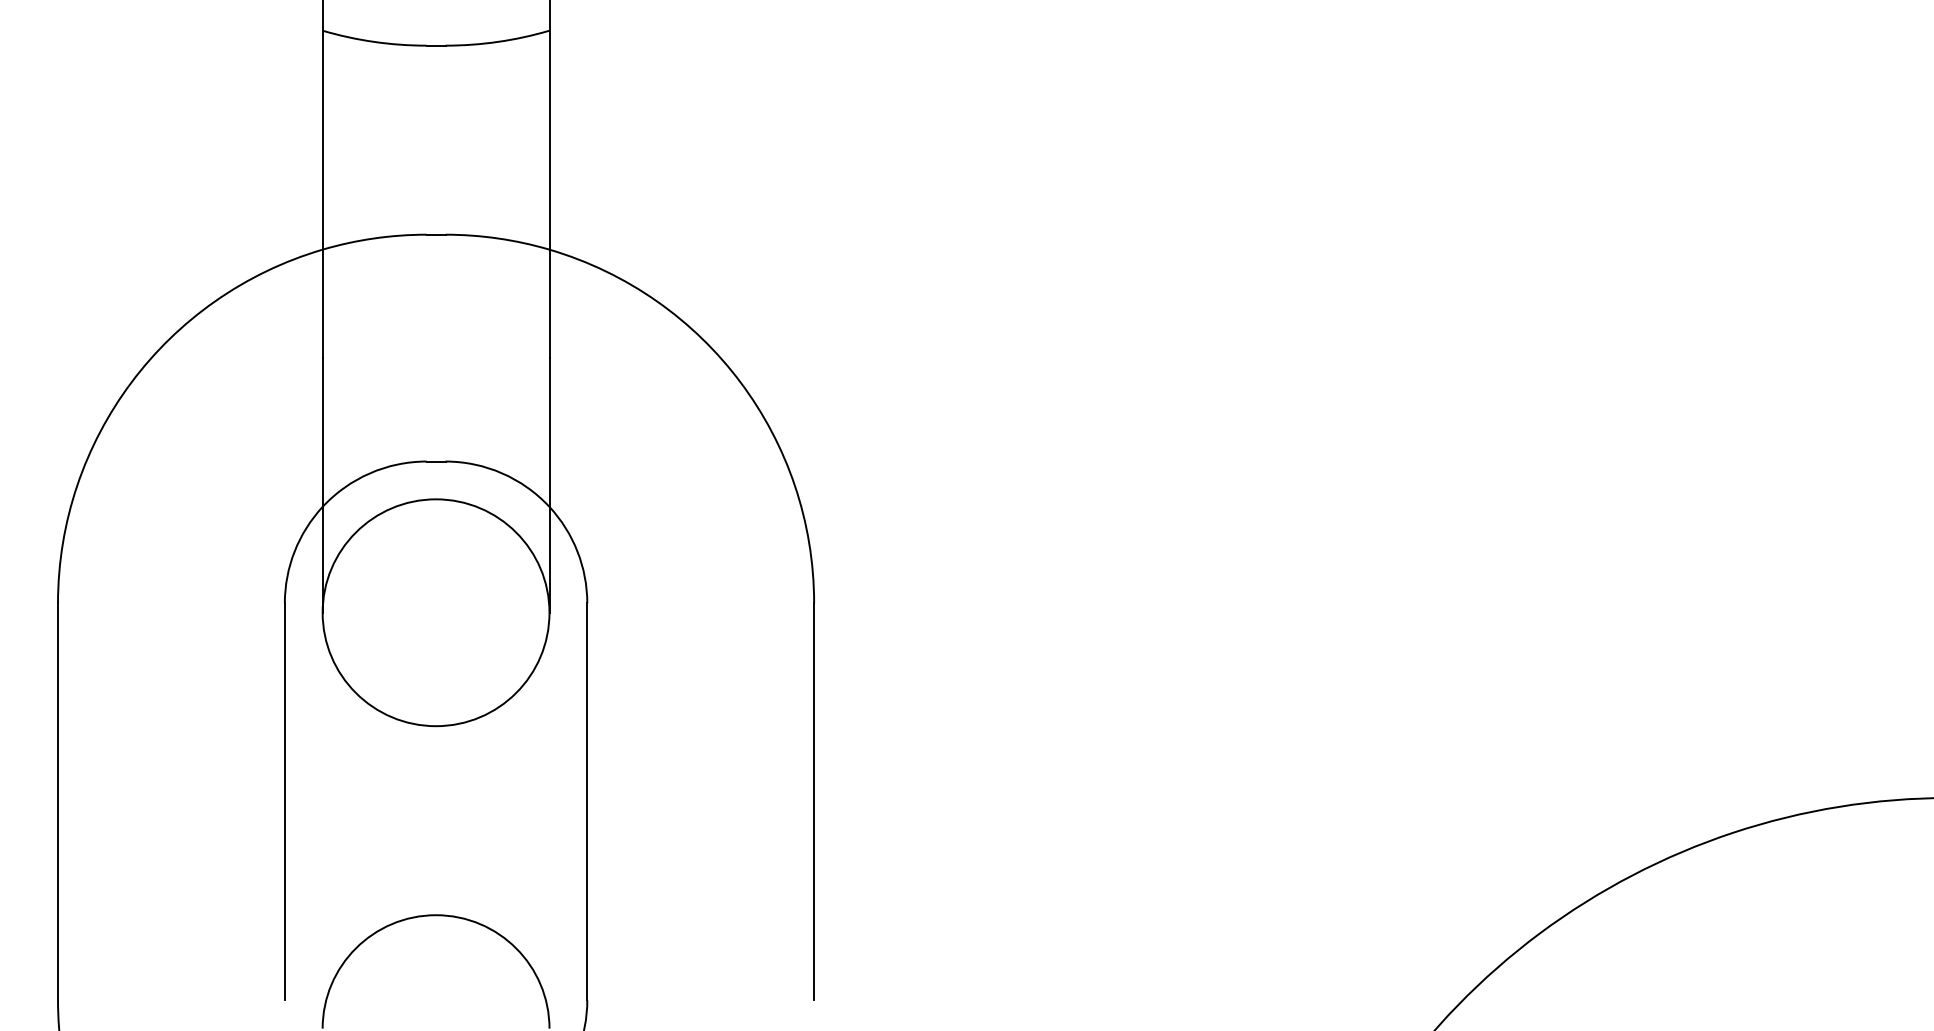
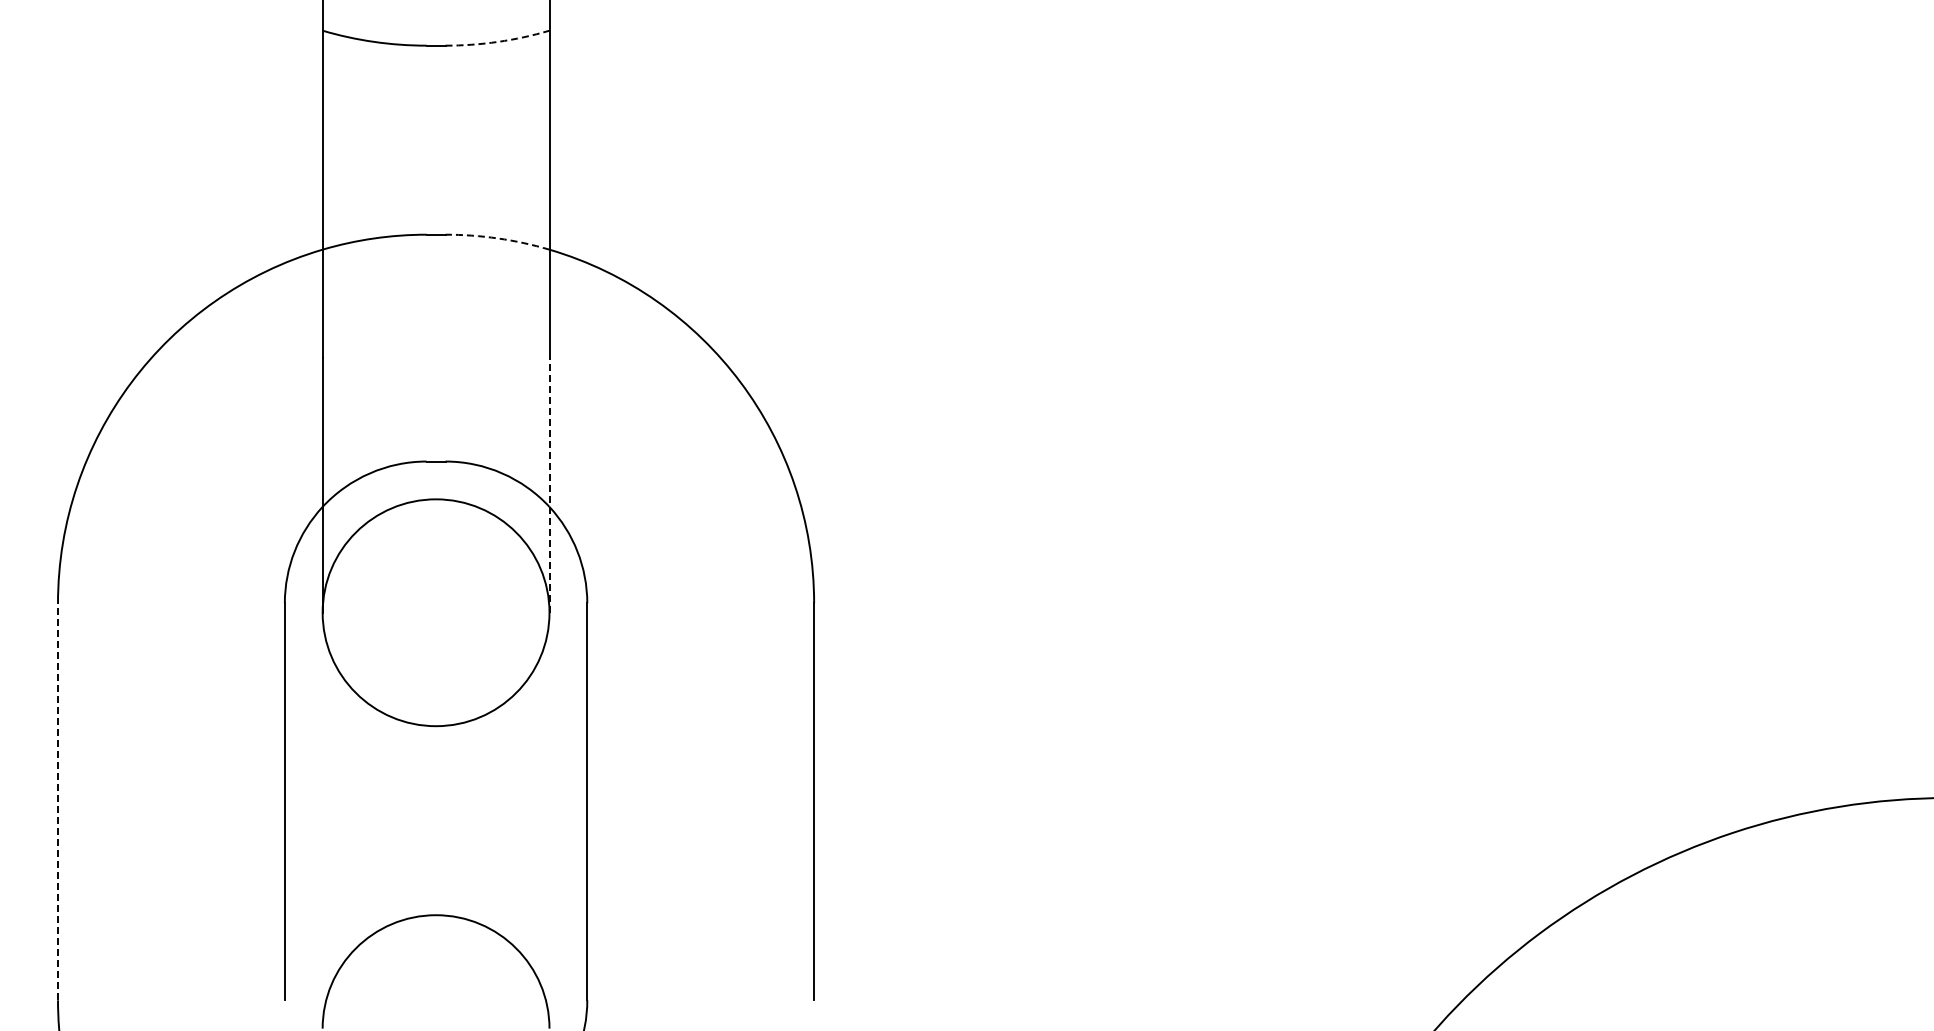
arc at (498, 41): solid -> dashed
arc at (498, 238): solid -> dashed
line at (549, 485): solid -> dashed
line at (58, 801): solid -> dashed
